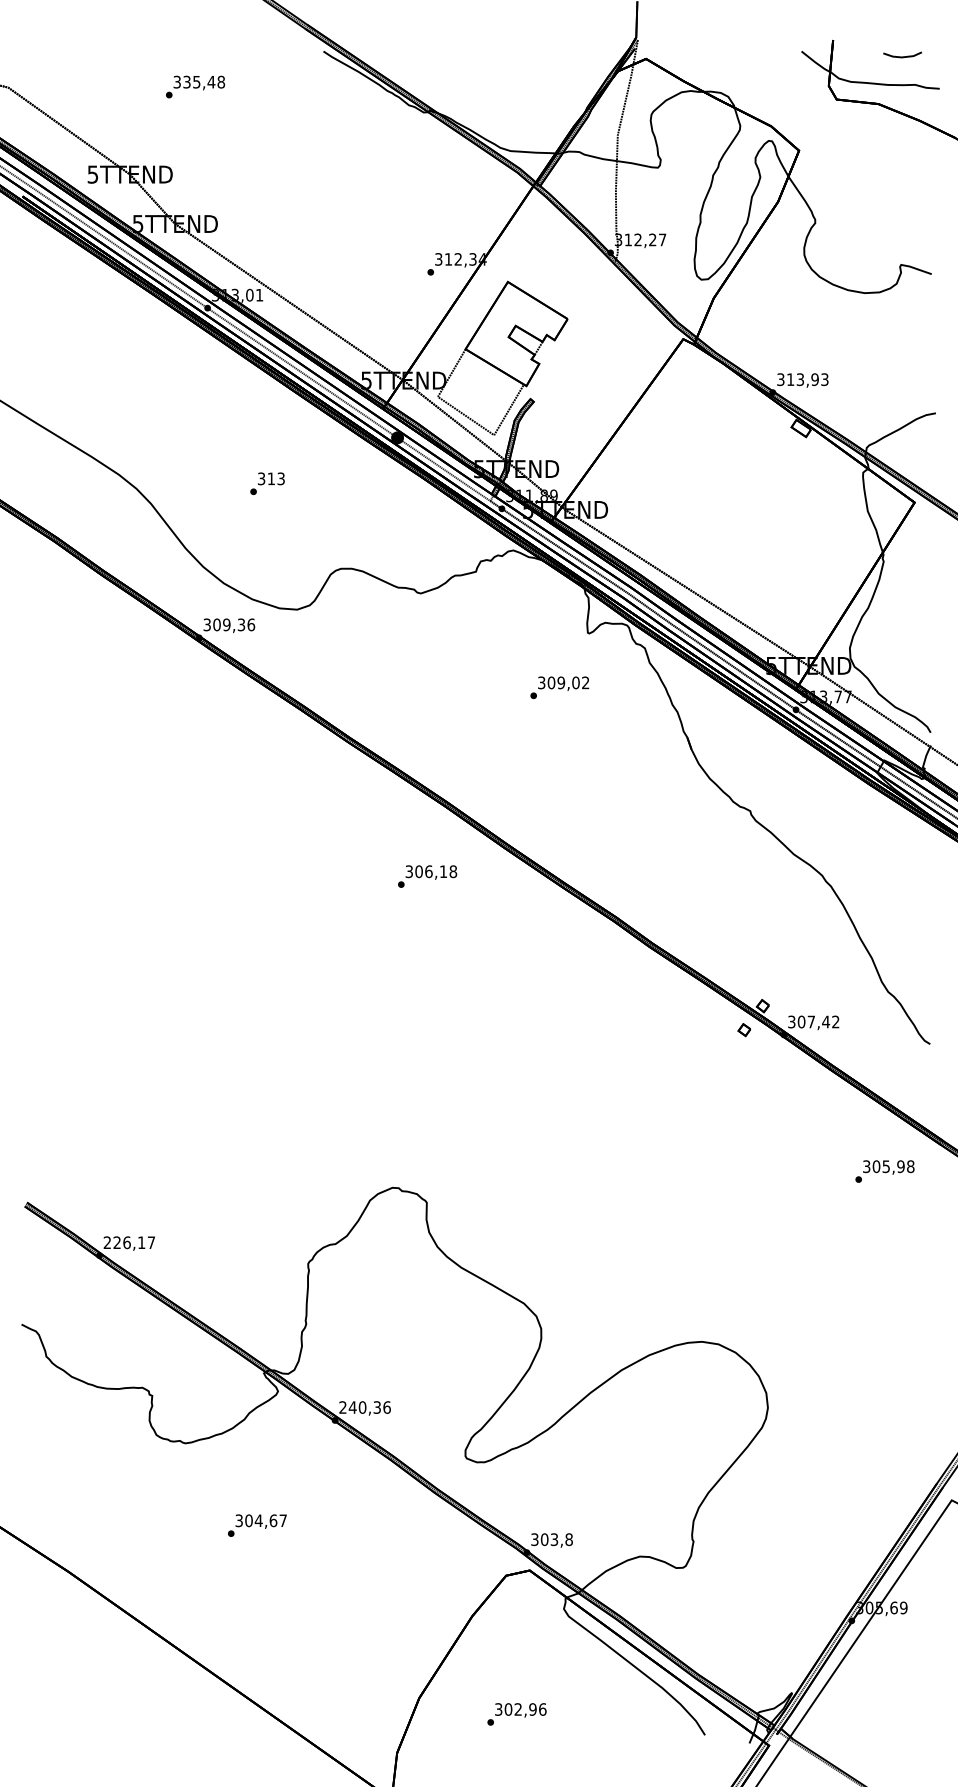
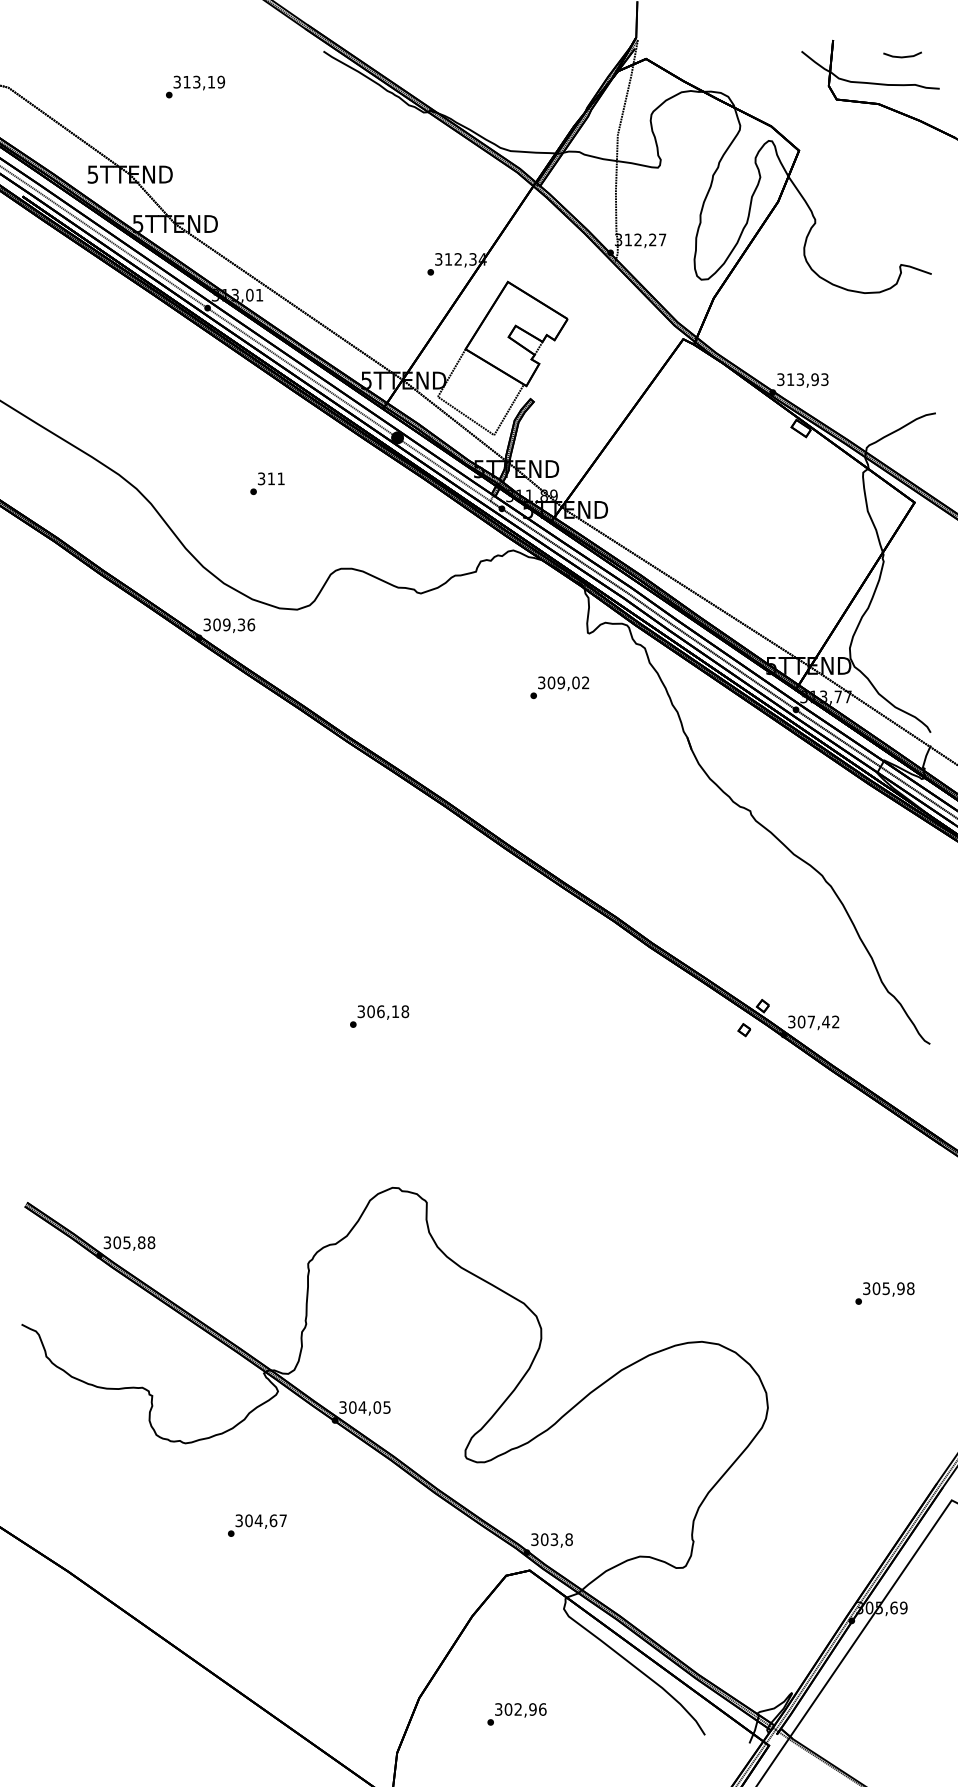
text at (204, 81): 335,48 -> 313,19
text at (280, 478): 313 -> 311
text at (427, 876) position: (427, 876) -> (379, 1016)
text at (884, 1171) position: (884, 1171) -> (884, 1293)
text at (129, 1242): 226,17 -> 305,88
text at (364, 1407): 240,36 -> 304,05
